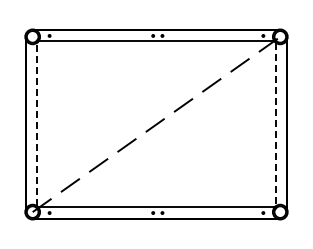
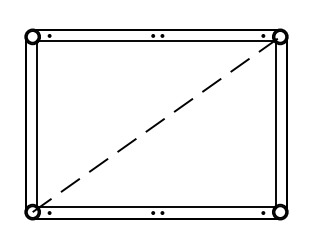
line at (37, 124): dashed -> solid
line at (275, 124): dashed -> solid
